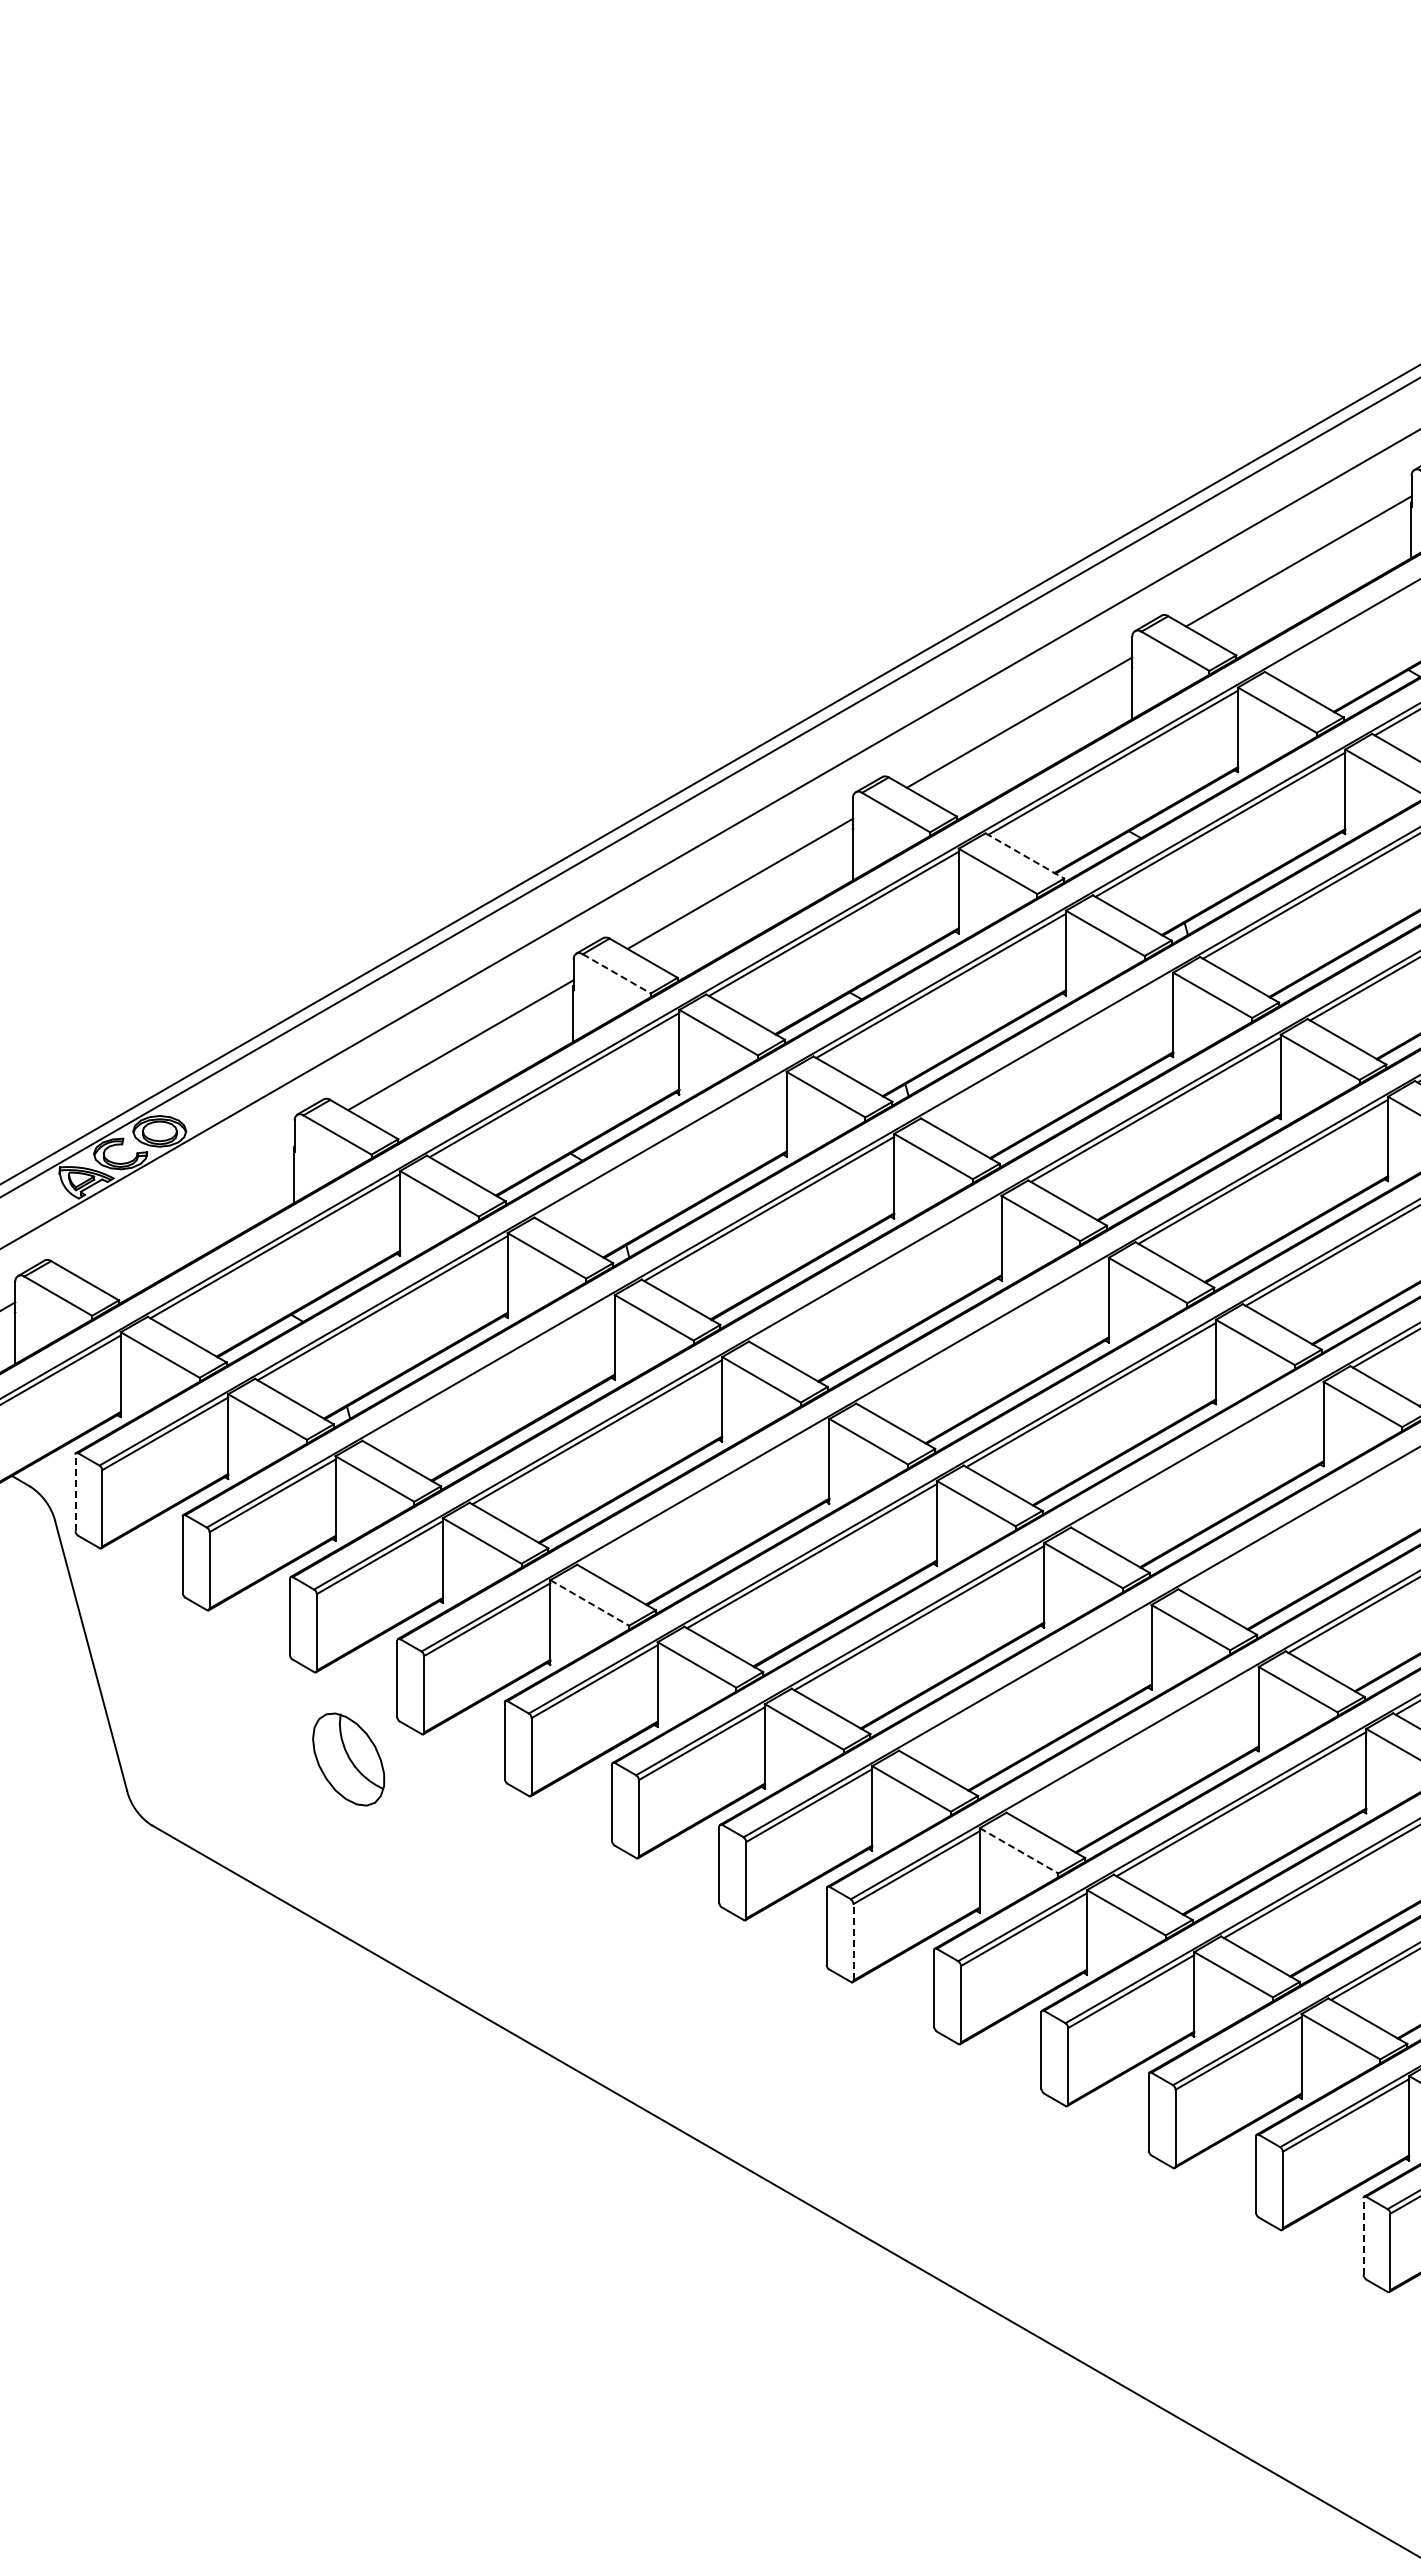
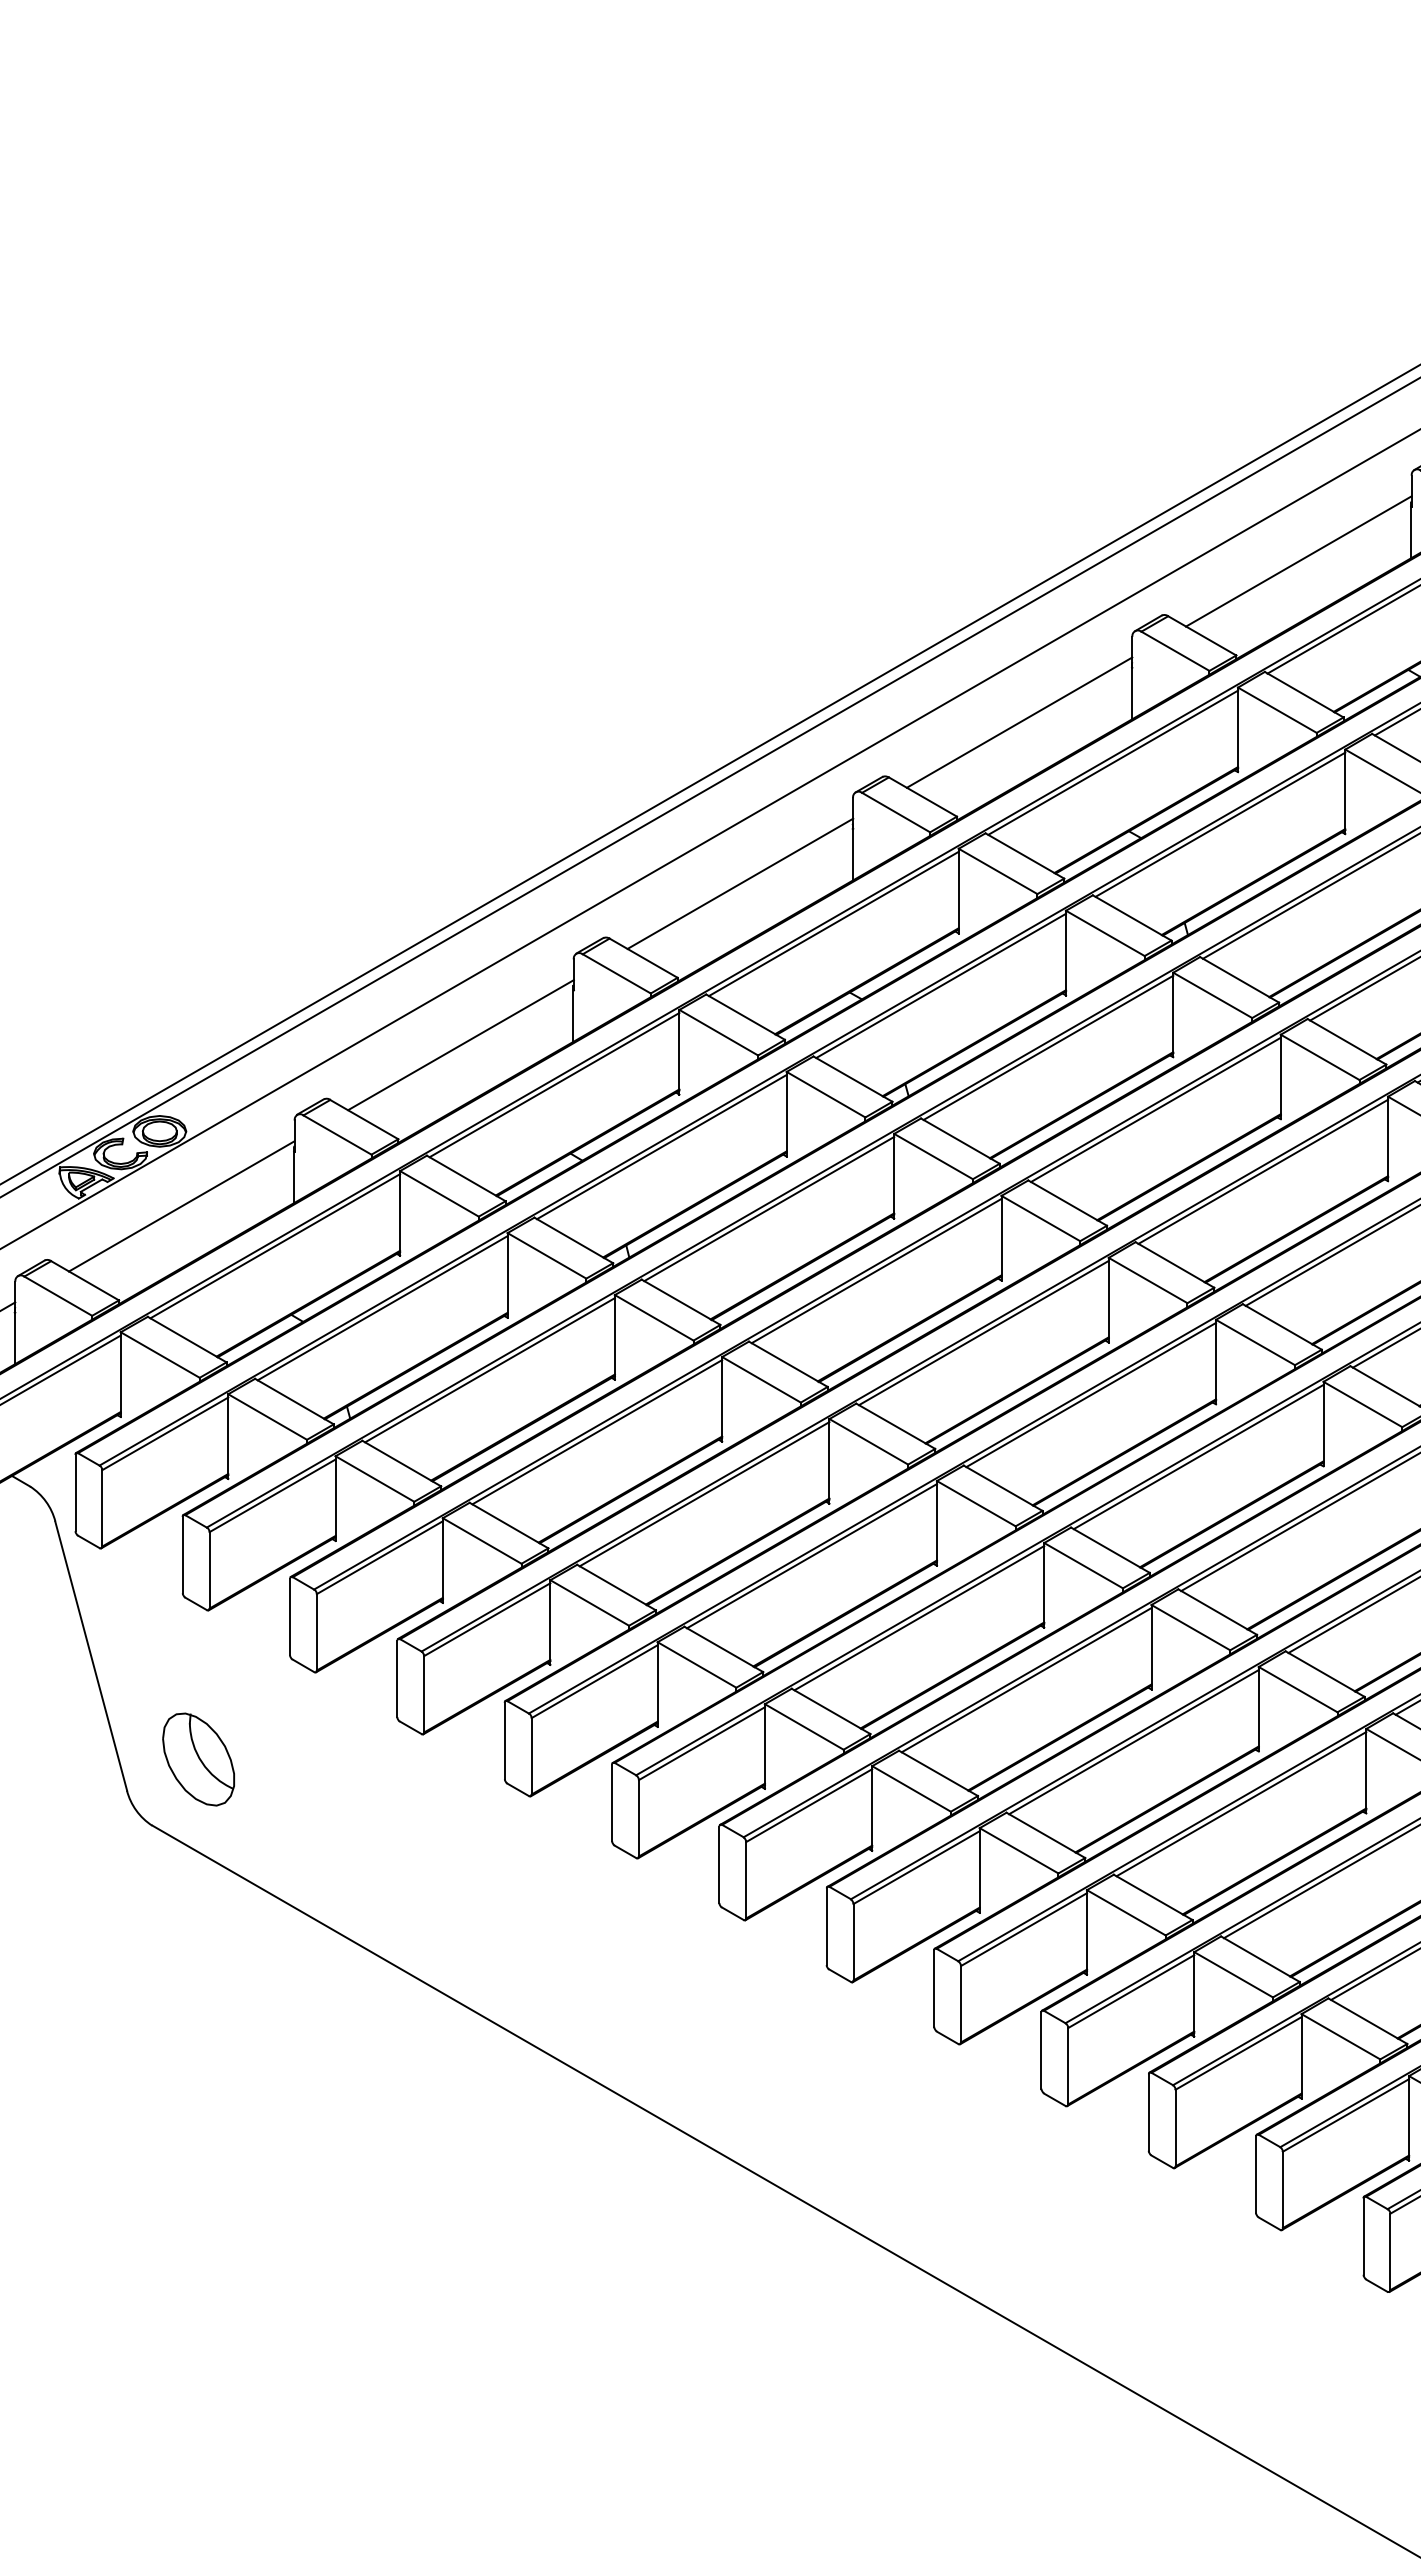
line at (1342, 630): none -> present
line at (1025, 856): dashed -> solid
line at (617, 974): dashed -> solid
line at (1048, 1047): none -> present
line at (661, 1146): none -> present
line at (181, 1206): none -> present
line at (876, 1270): none -> present
line at (983, 1332): none -> present
line at (489, 1370): none -> present
line at (1198, 1456): none -> present
line at (75, 1492): dashed -> solid
line at (704, 1494): none -> present
line at (1299, 1522): none -> present
line at (590, 1603): dashed -> solid
line at (1026, 1680): none -> present
line at (1133, 1742): none -> present
part at (348, 1759) position: (348, 1759) -> (198, 1759)
line at (1019, 1851): dashed -> solid
line at (853, 1941): dashed -> solid
line at (1363, 2236): dashed -> solid
